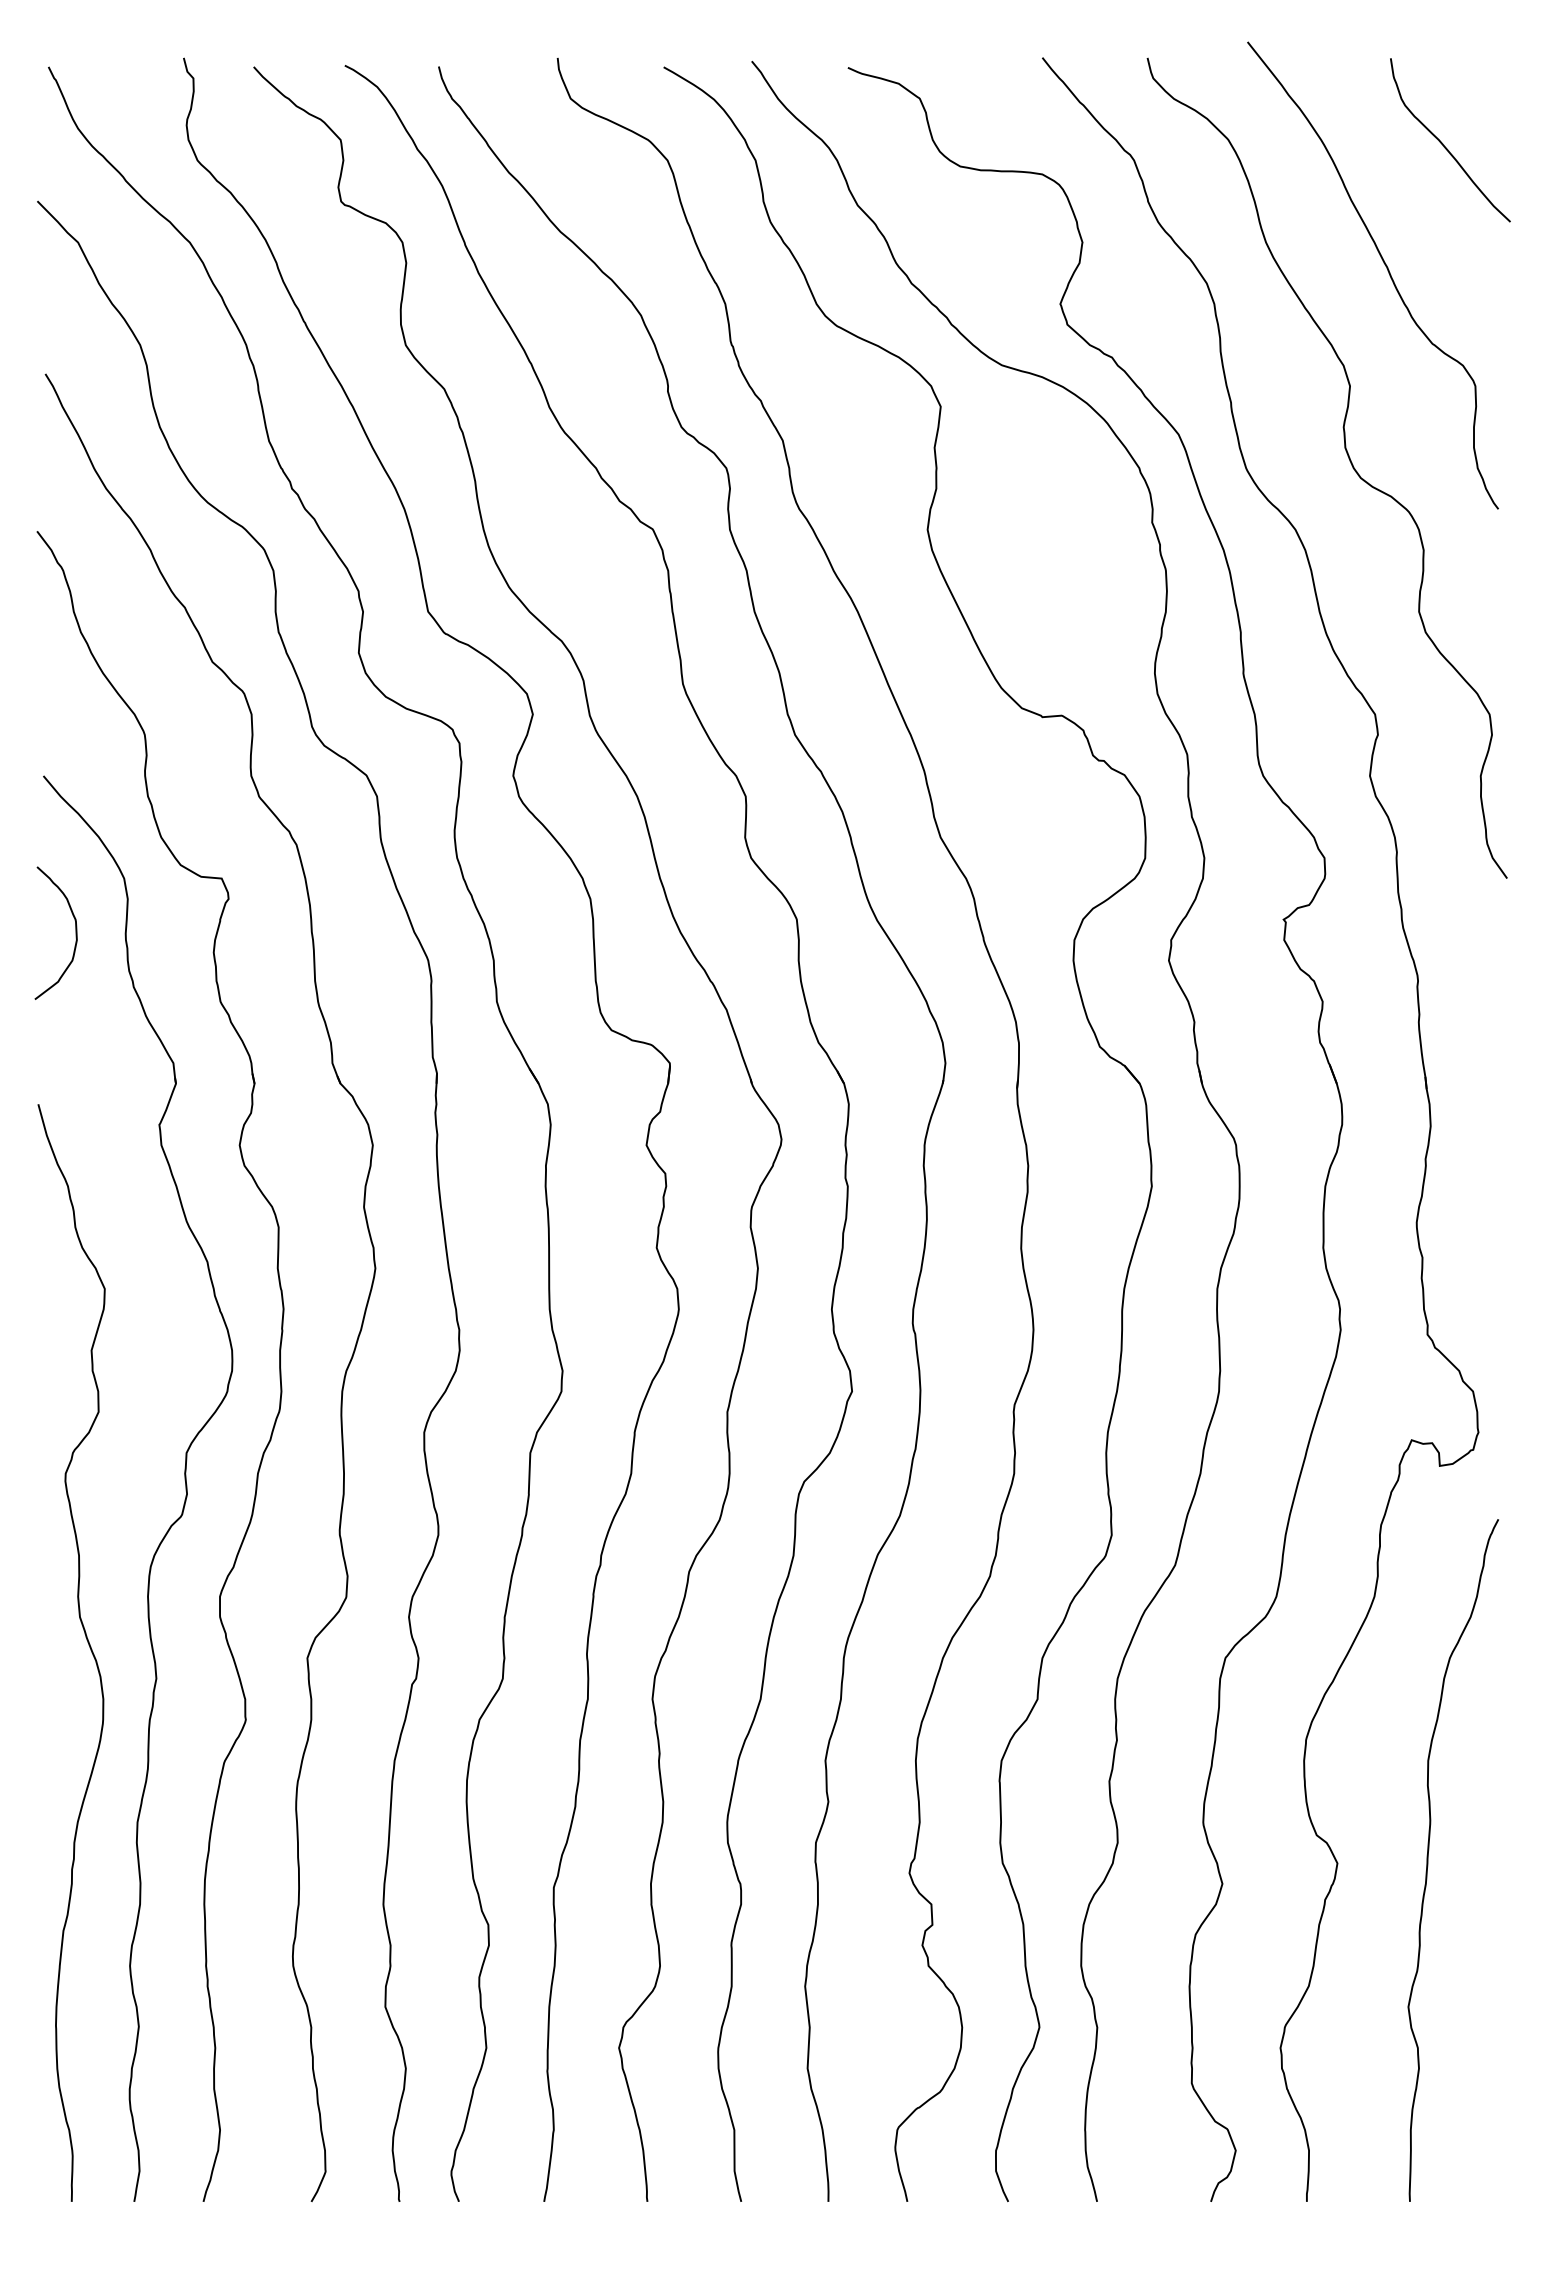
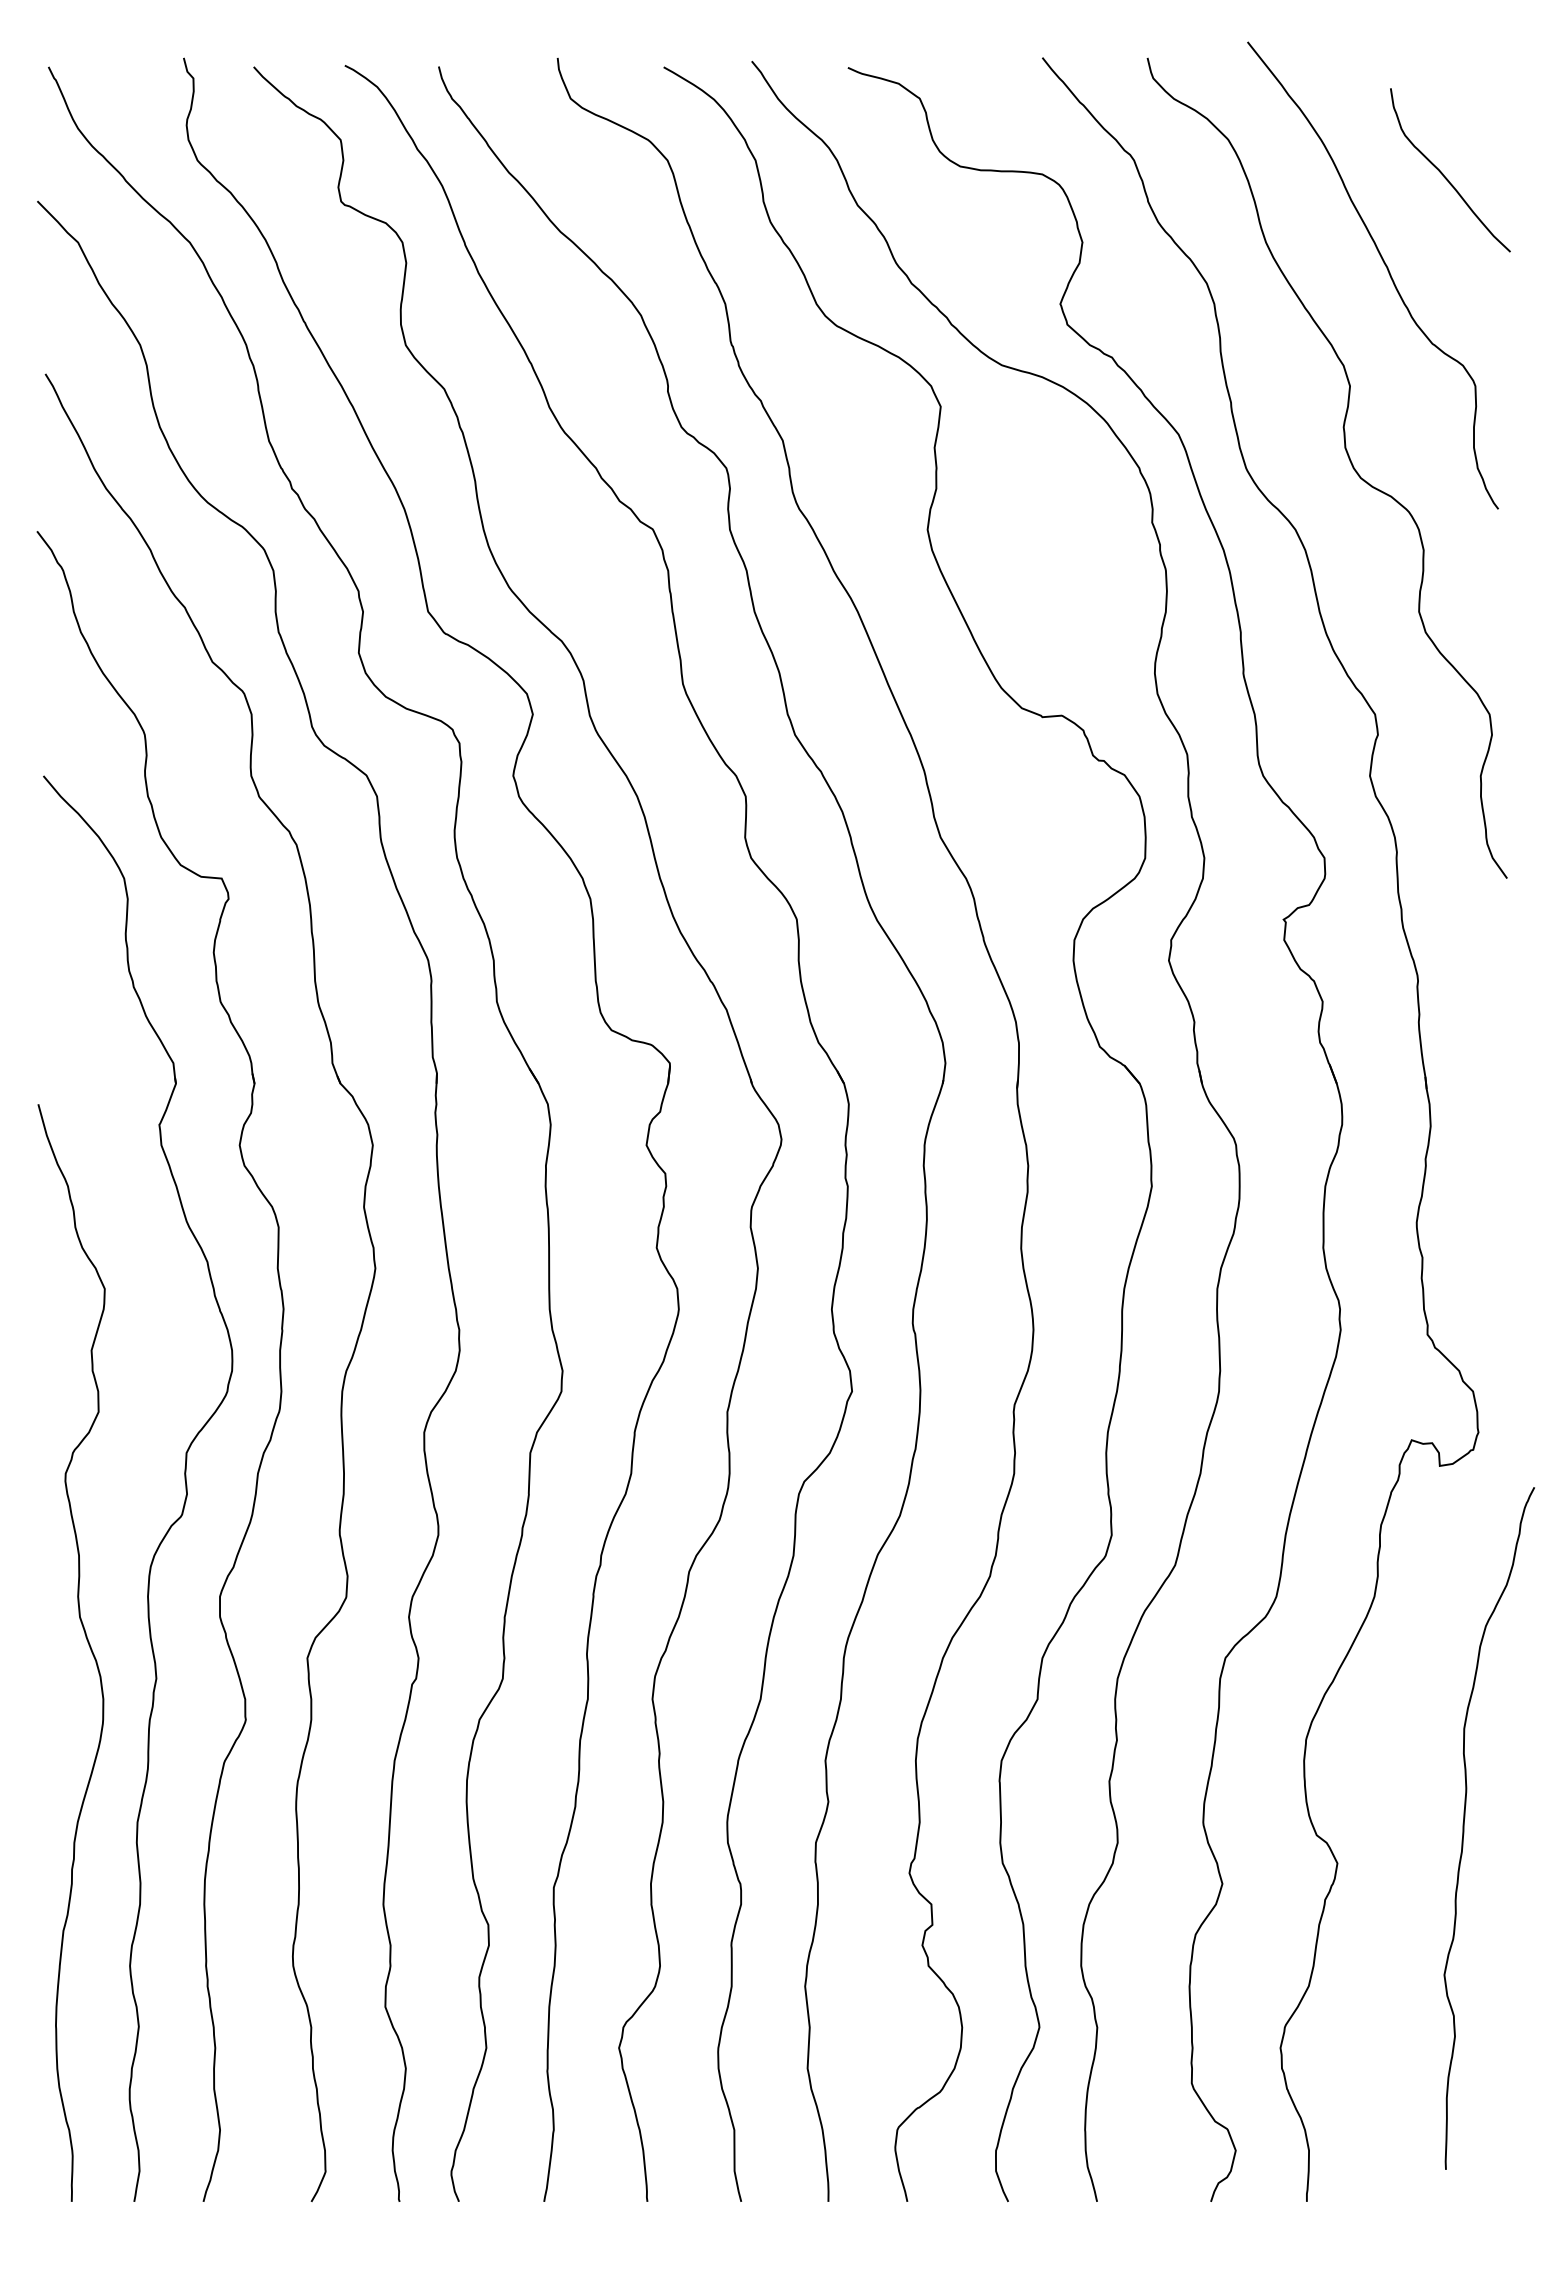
curve at (1443, 143) position: (1443, 143) -> (1443, 173)
curve at (75, 932): present -> none
curve at (1428, 1860) position: (1428, 1860) -> (1464, 1828)
